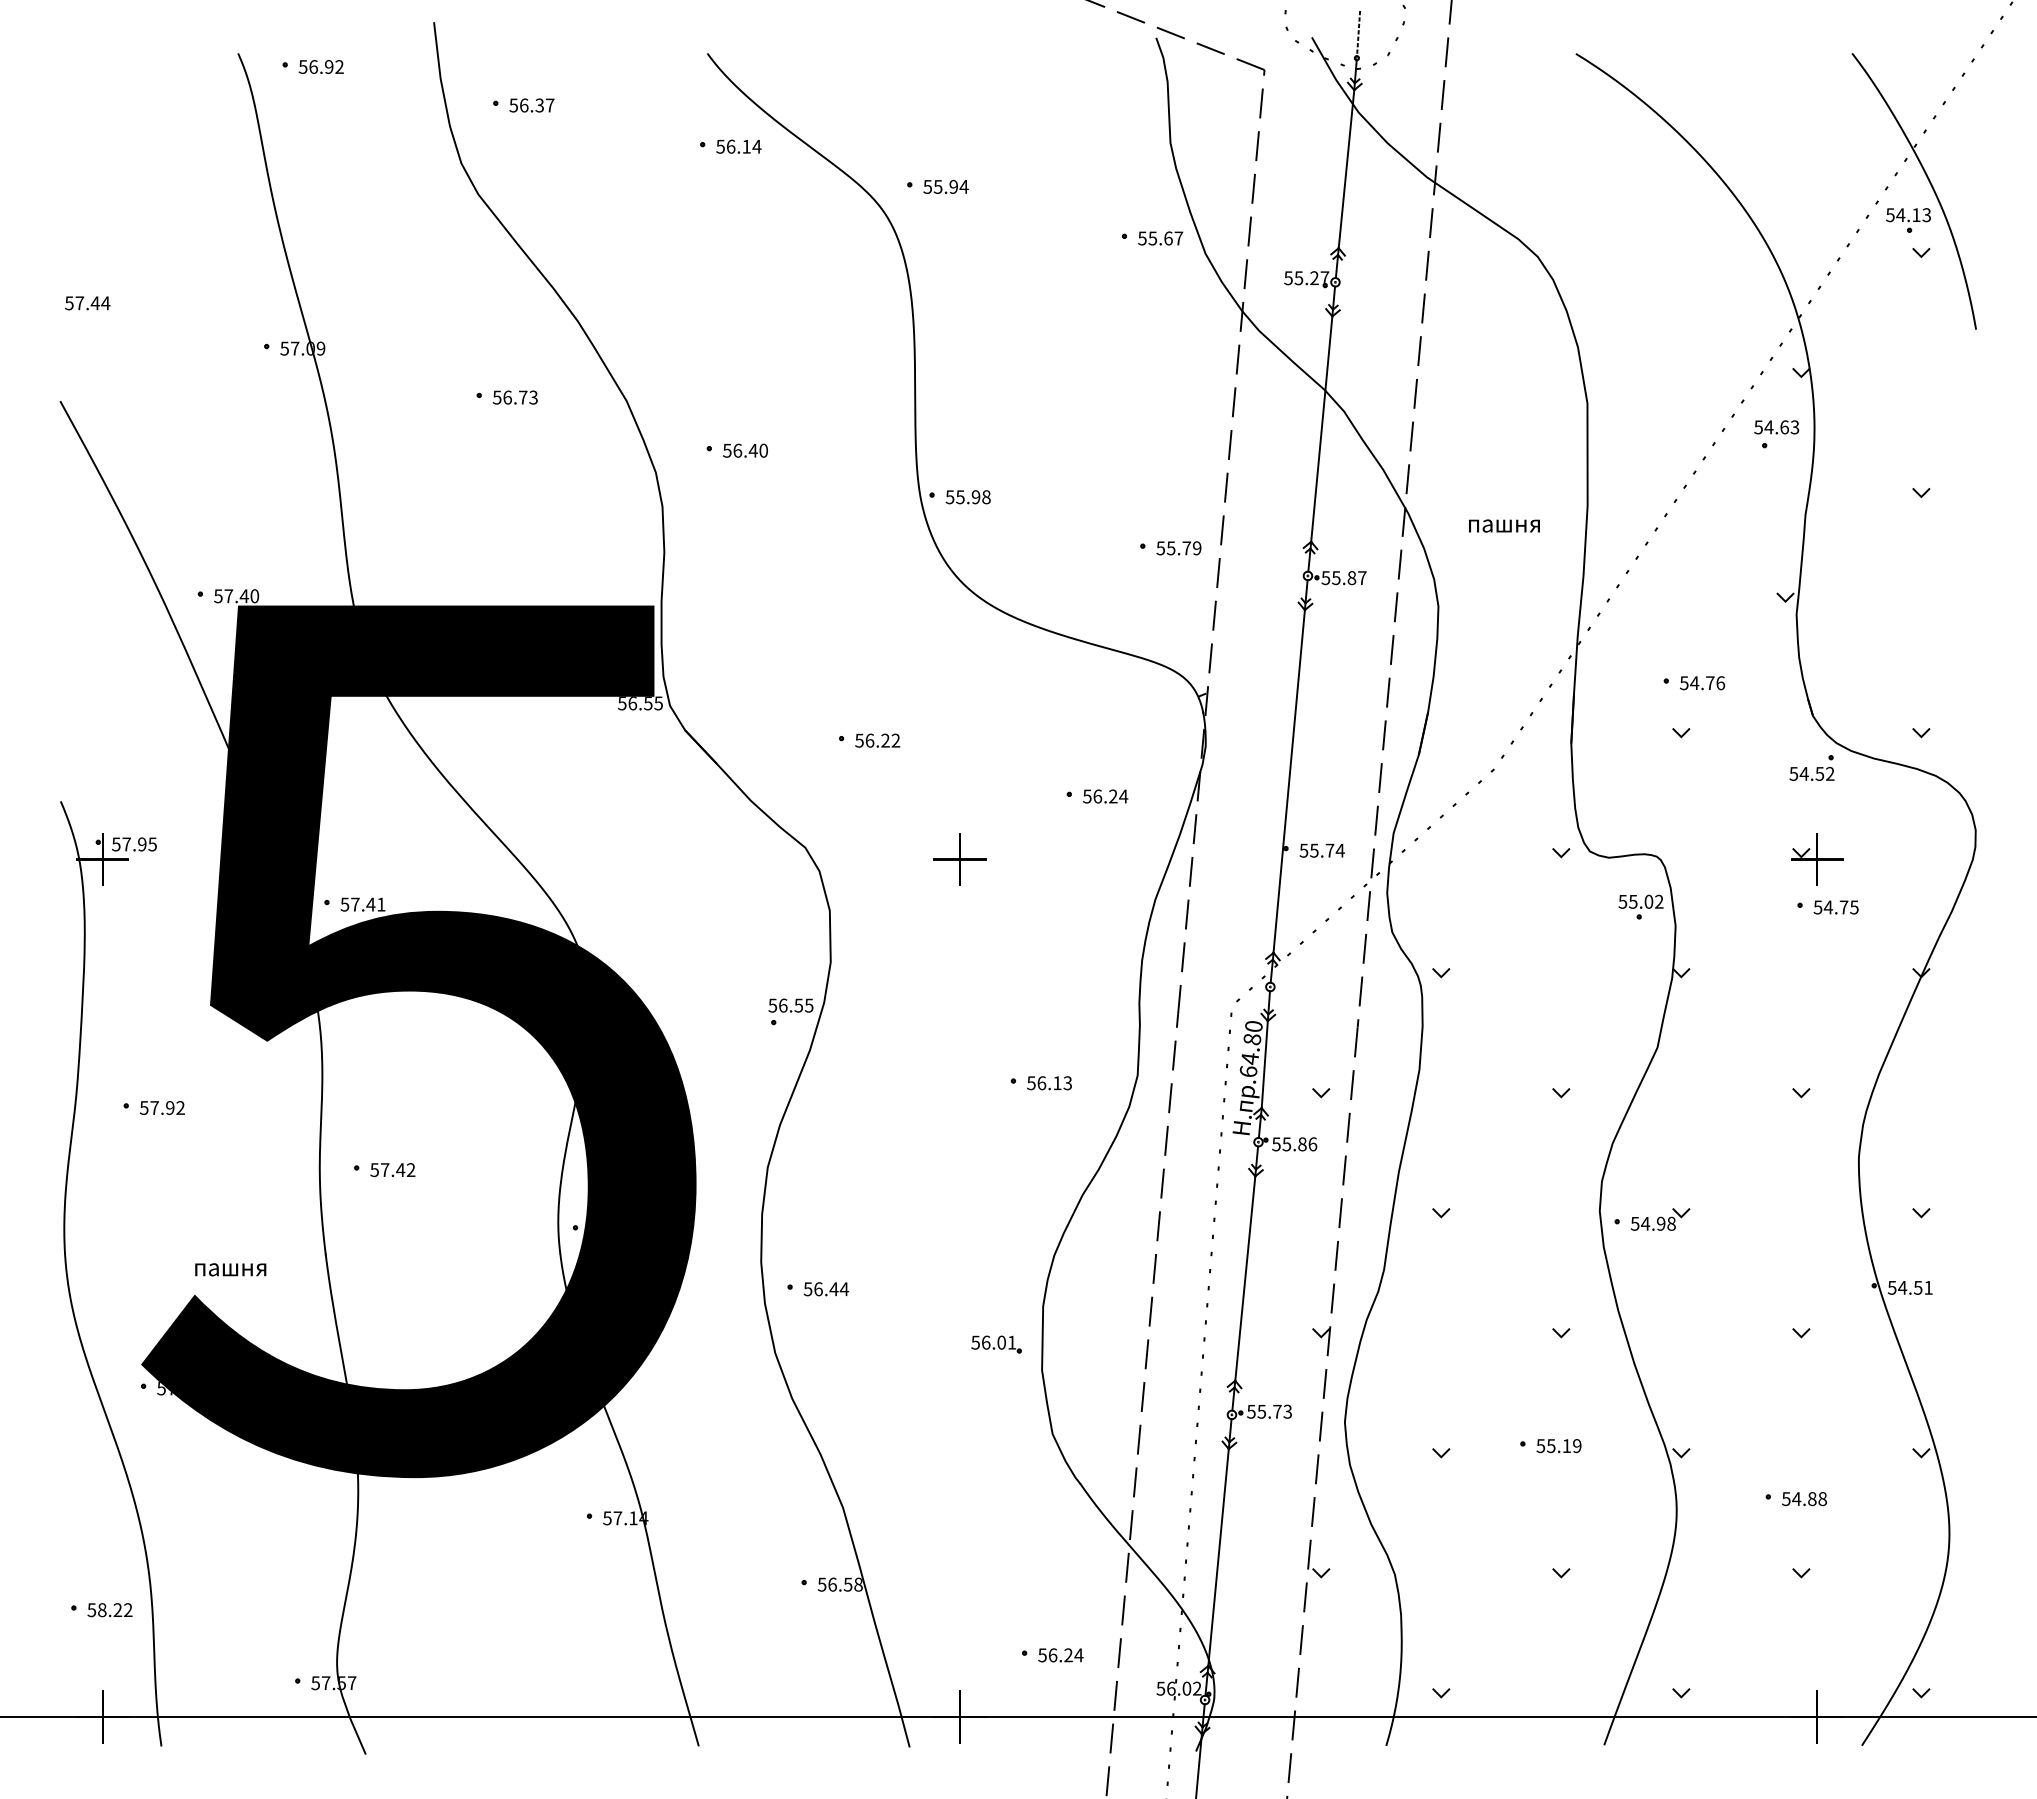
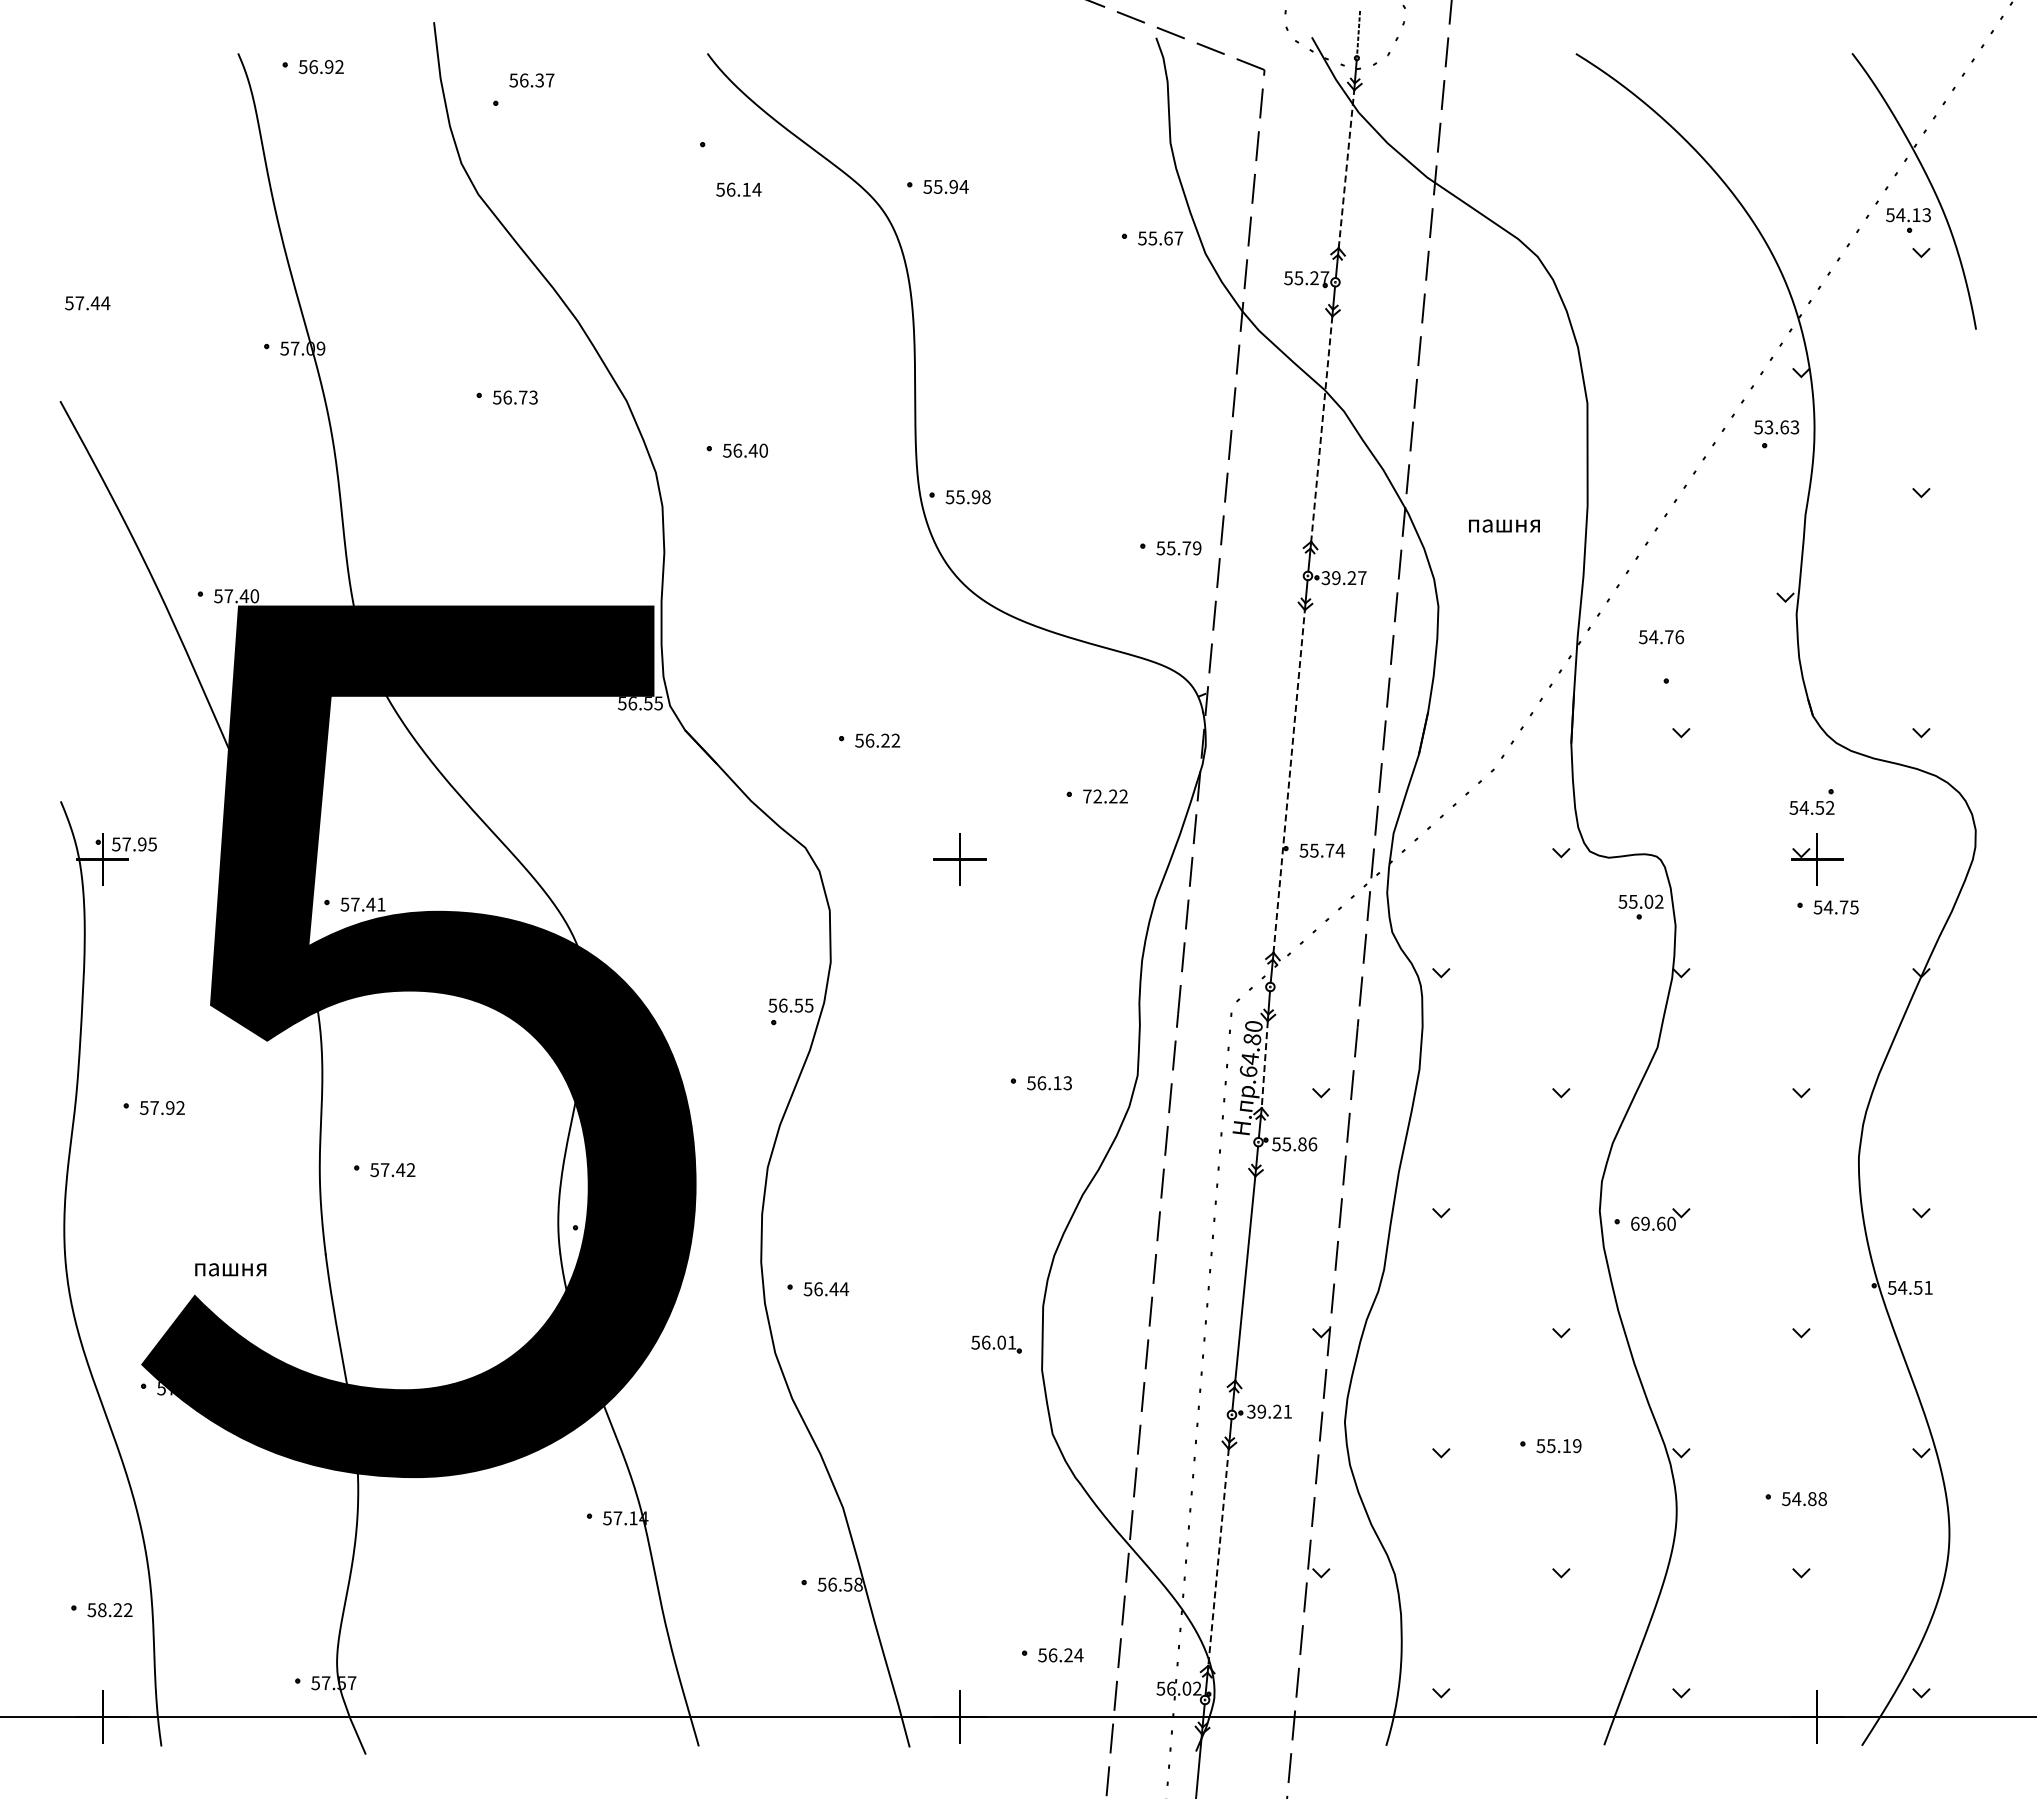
text at (531, 105) position: (531, 105) -> (531, 80)
text at (738, 146) position: (738, 146) -> (738, 189)
line at (1346, 168): solid -> dashed
text at (1768, 427): 54.63 -> 53.63
line at (1321, 429): solid -> dashed
text at (1339, 578): 55.87 -> 39.27
text at (1702, 683) position: (1702, 683) -> (1661, 637)
part at (1811, 767) position: (1811, 767) -> (1811, 801)
line at (1289, 781): solid -> dashed
text at (1105, 796): 56.24 -> 72.22
line at (1264, 1064): solid -> dashed
text at (1652, 1223): 54.98 -> 69.60
text at (1269, 1411): 55.73 -> 39.21
line at (1218, 1557): solid -> dashed
